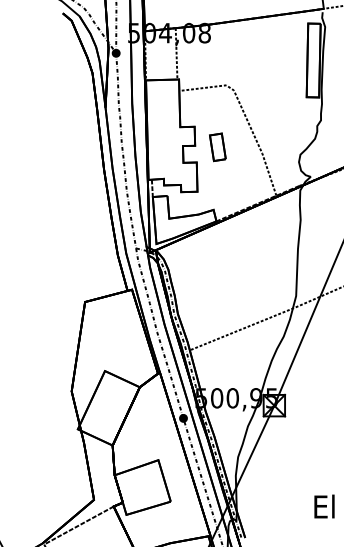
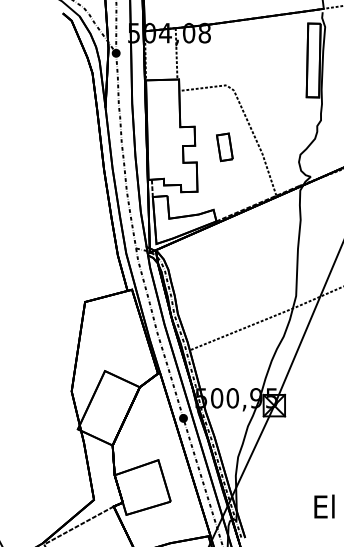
part at (217, 147) position: (217, 147) -> (224, 147)
